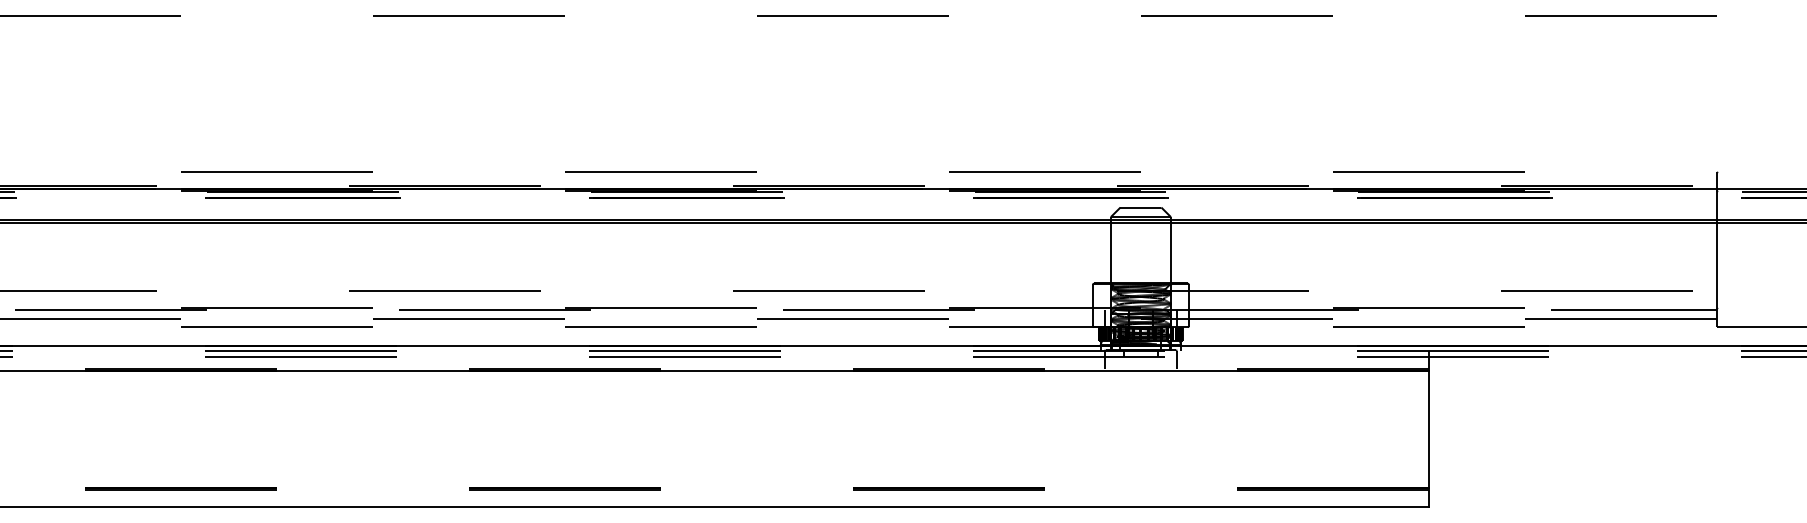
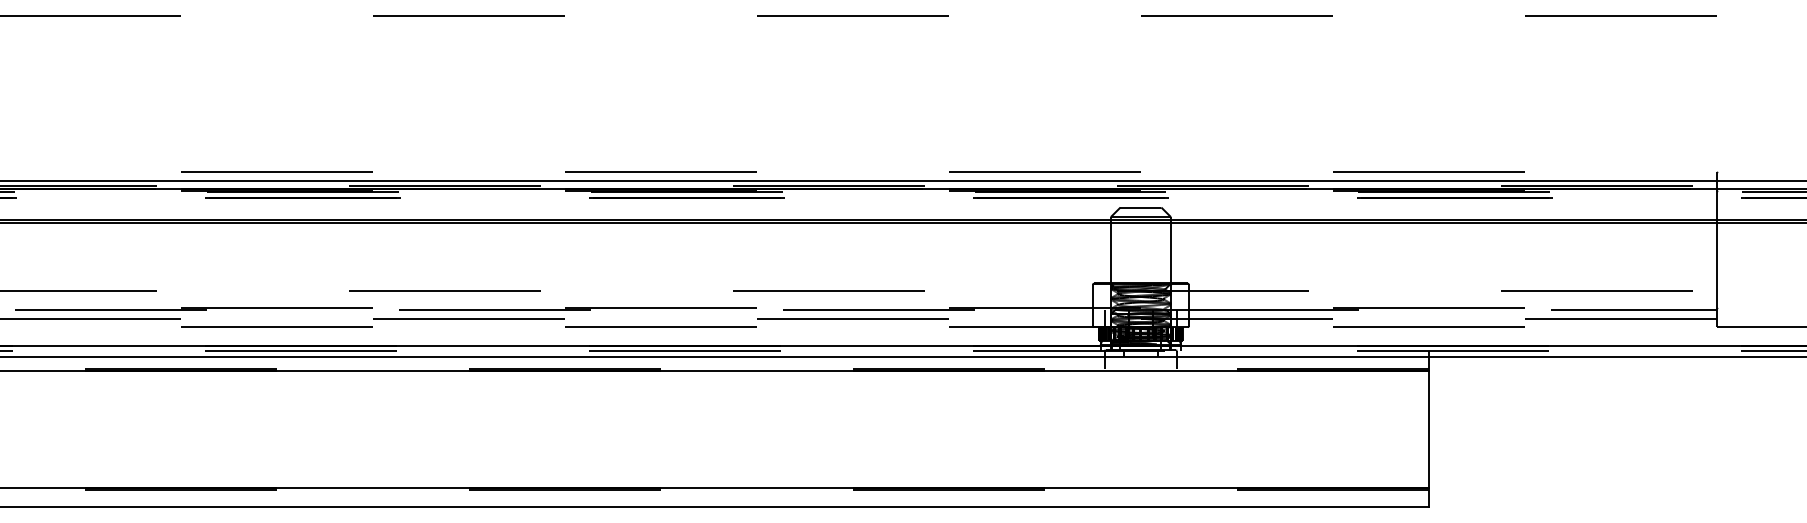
line at (902, 180): none -> present
line at (903, 357): dashed -> solid
line at (715, 488): dashed -> solid
